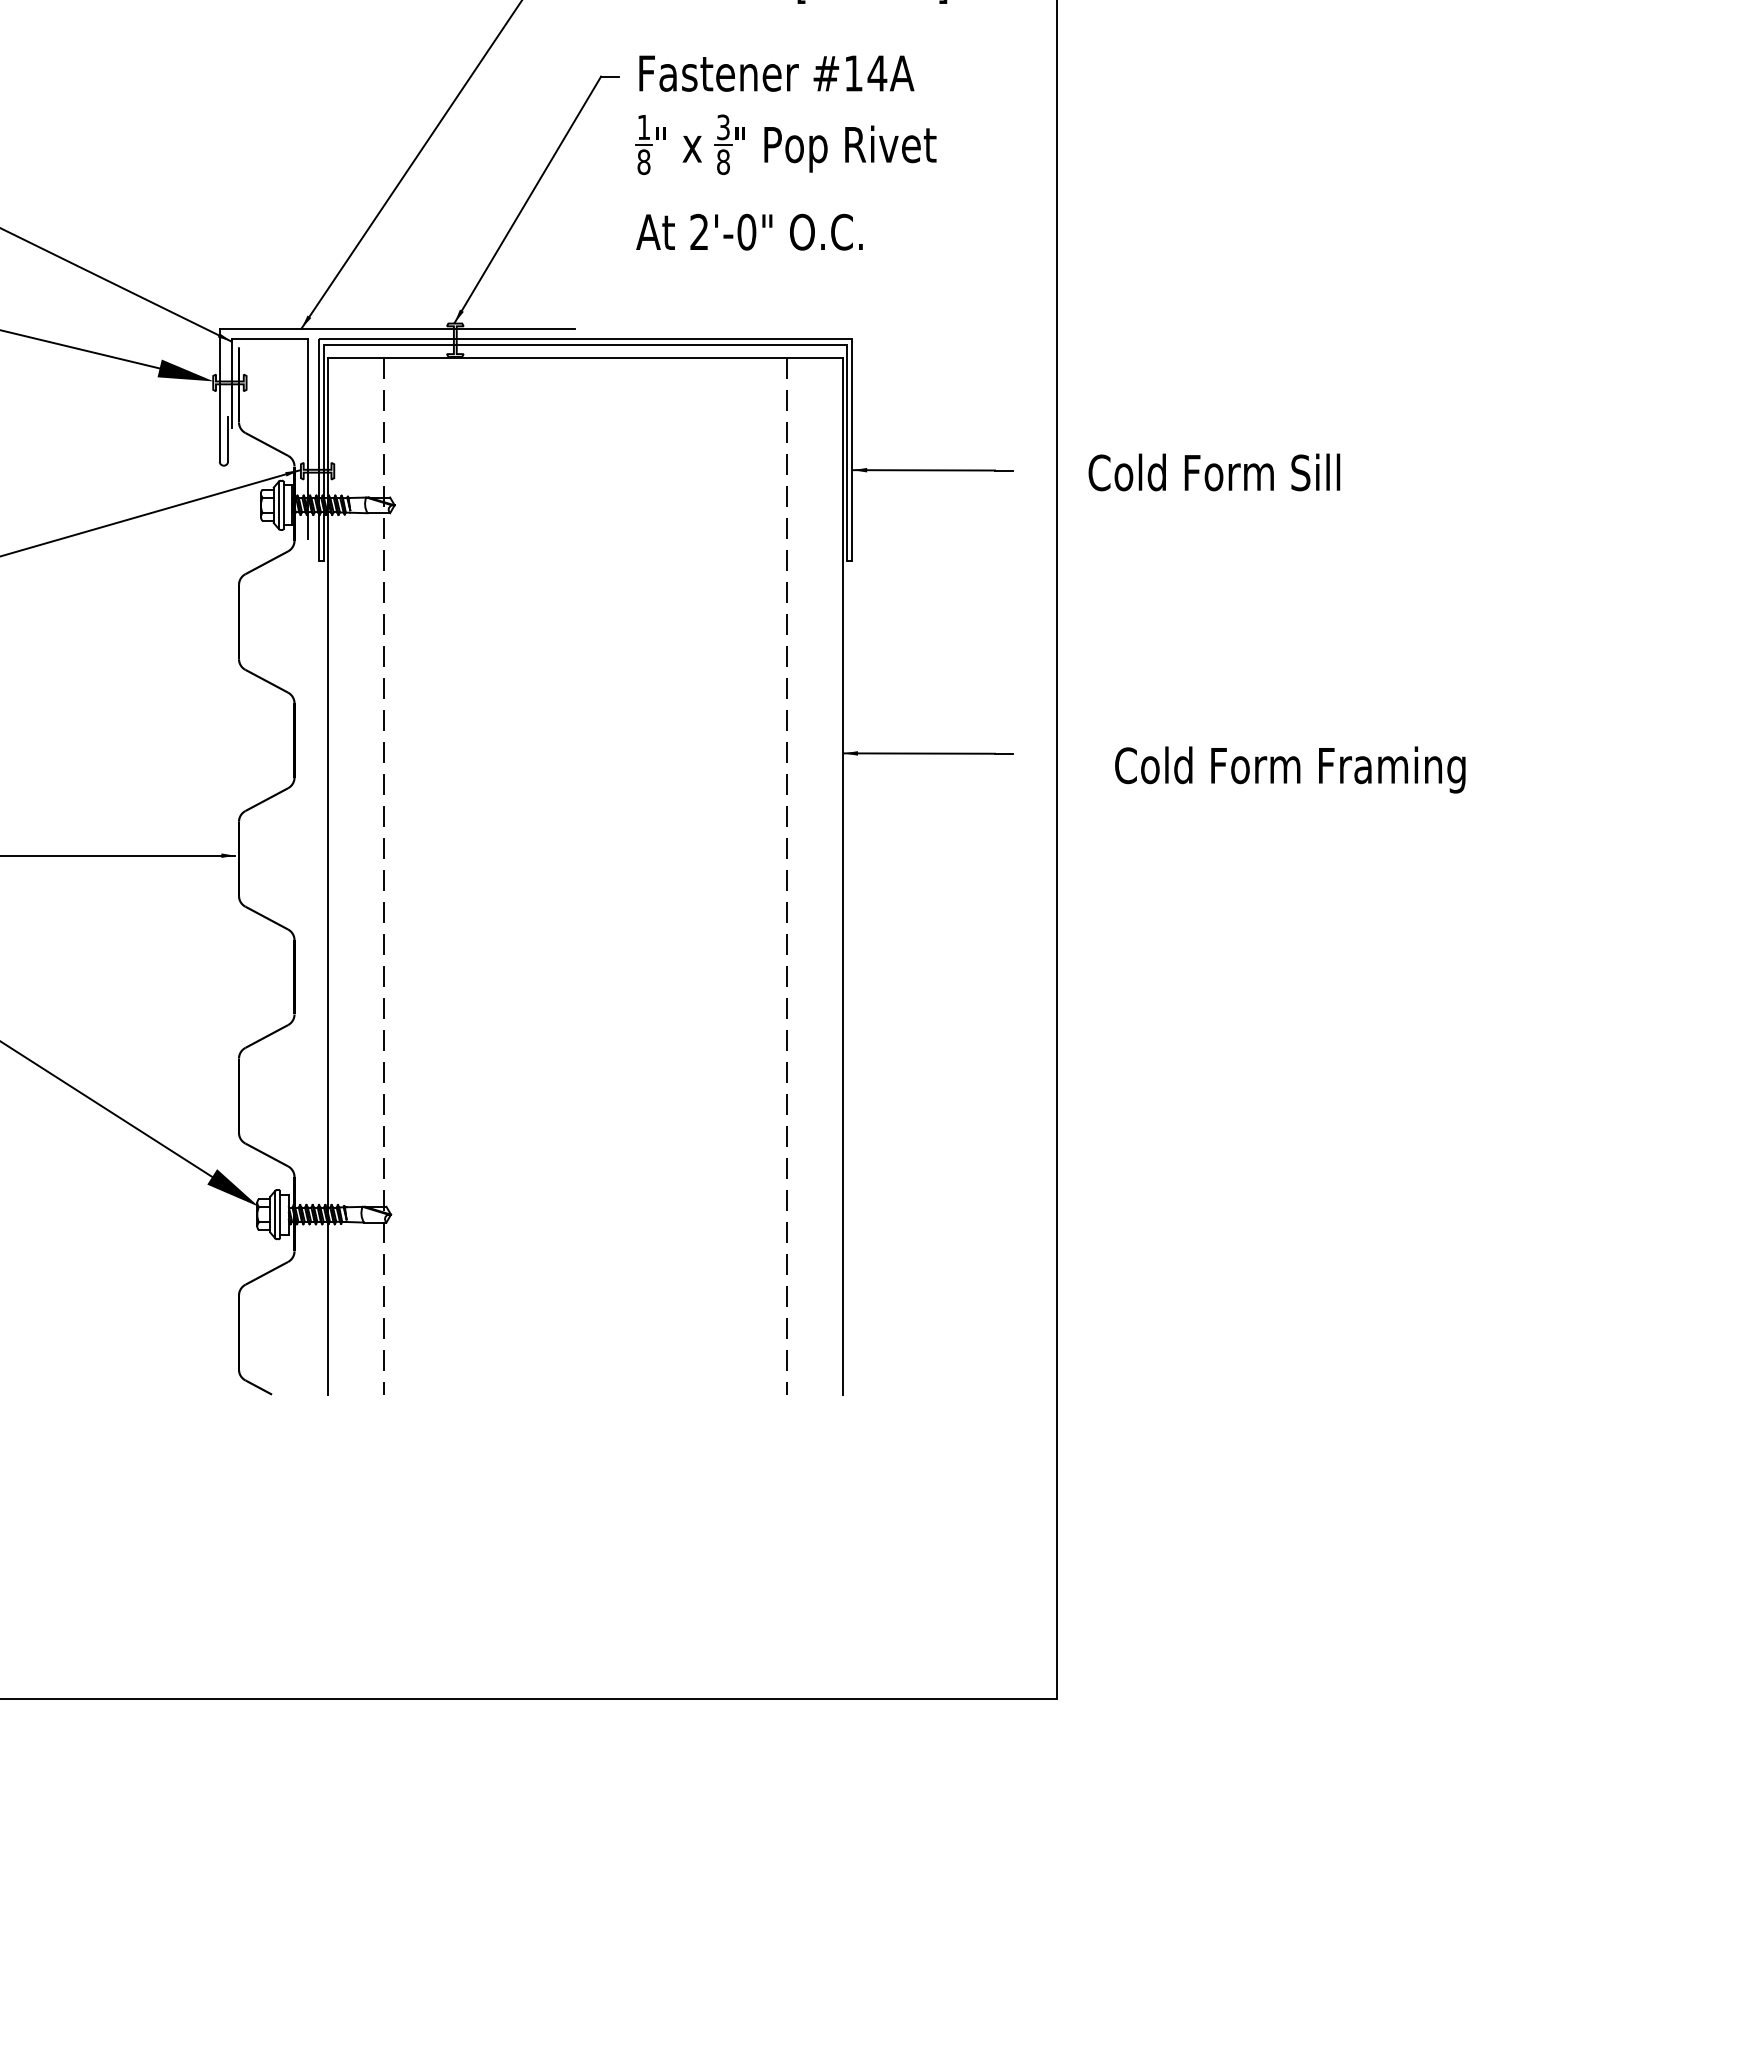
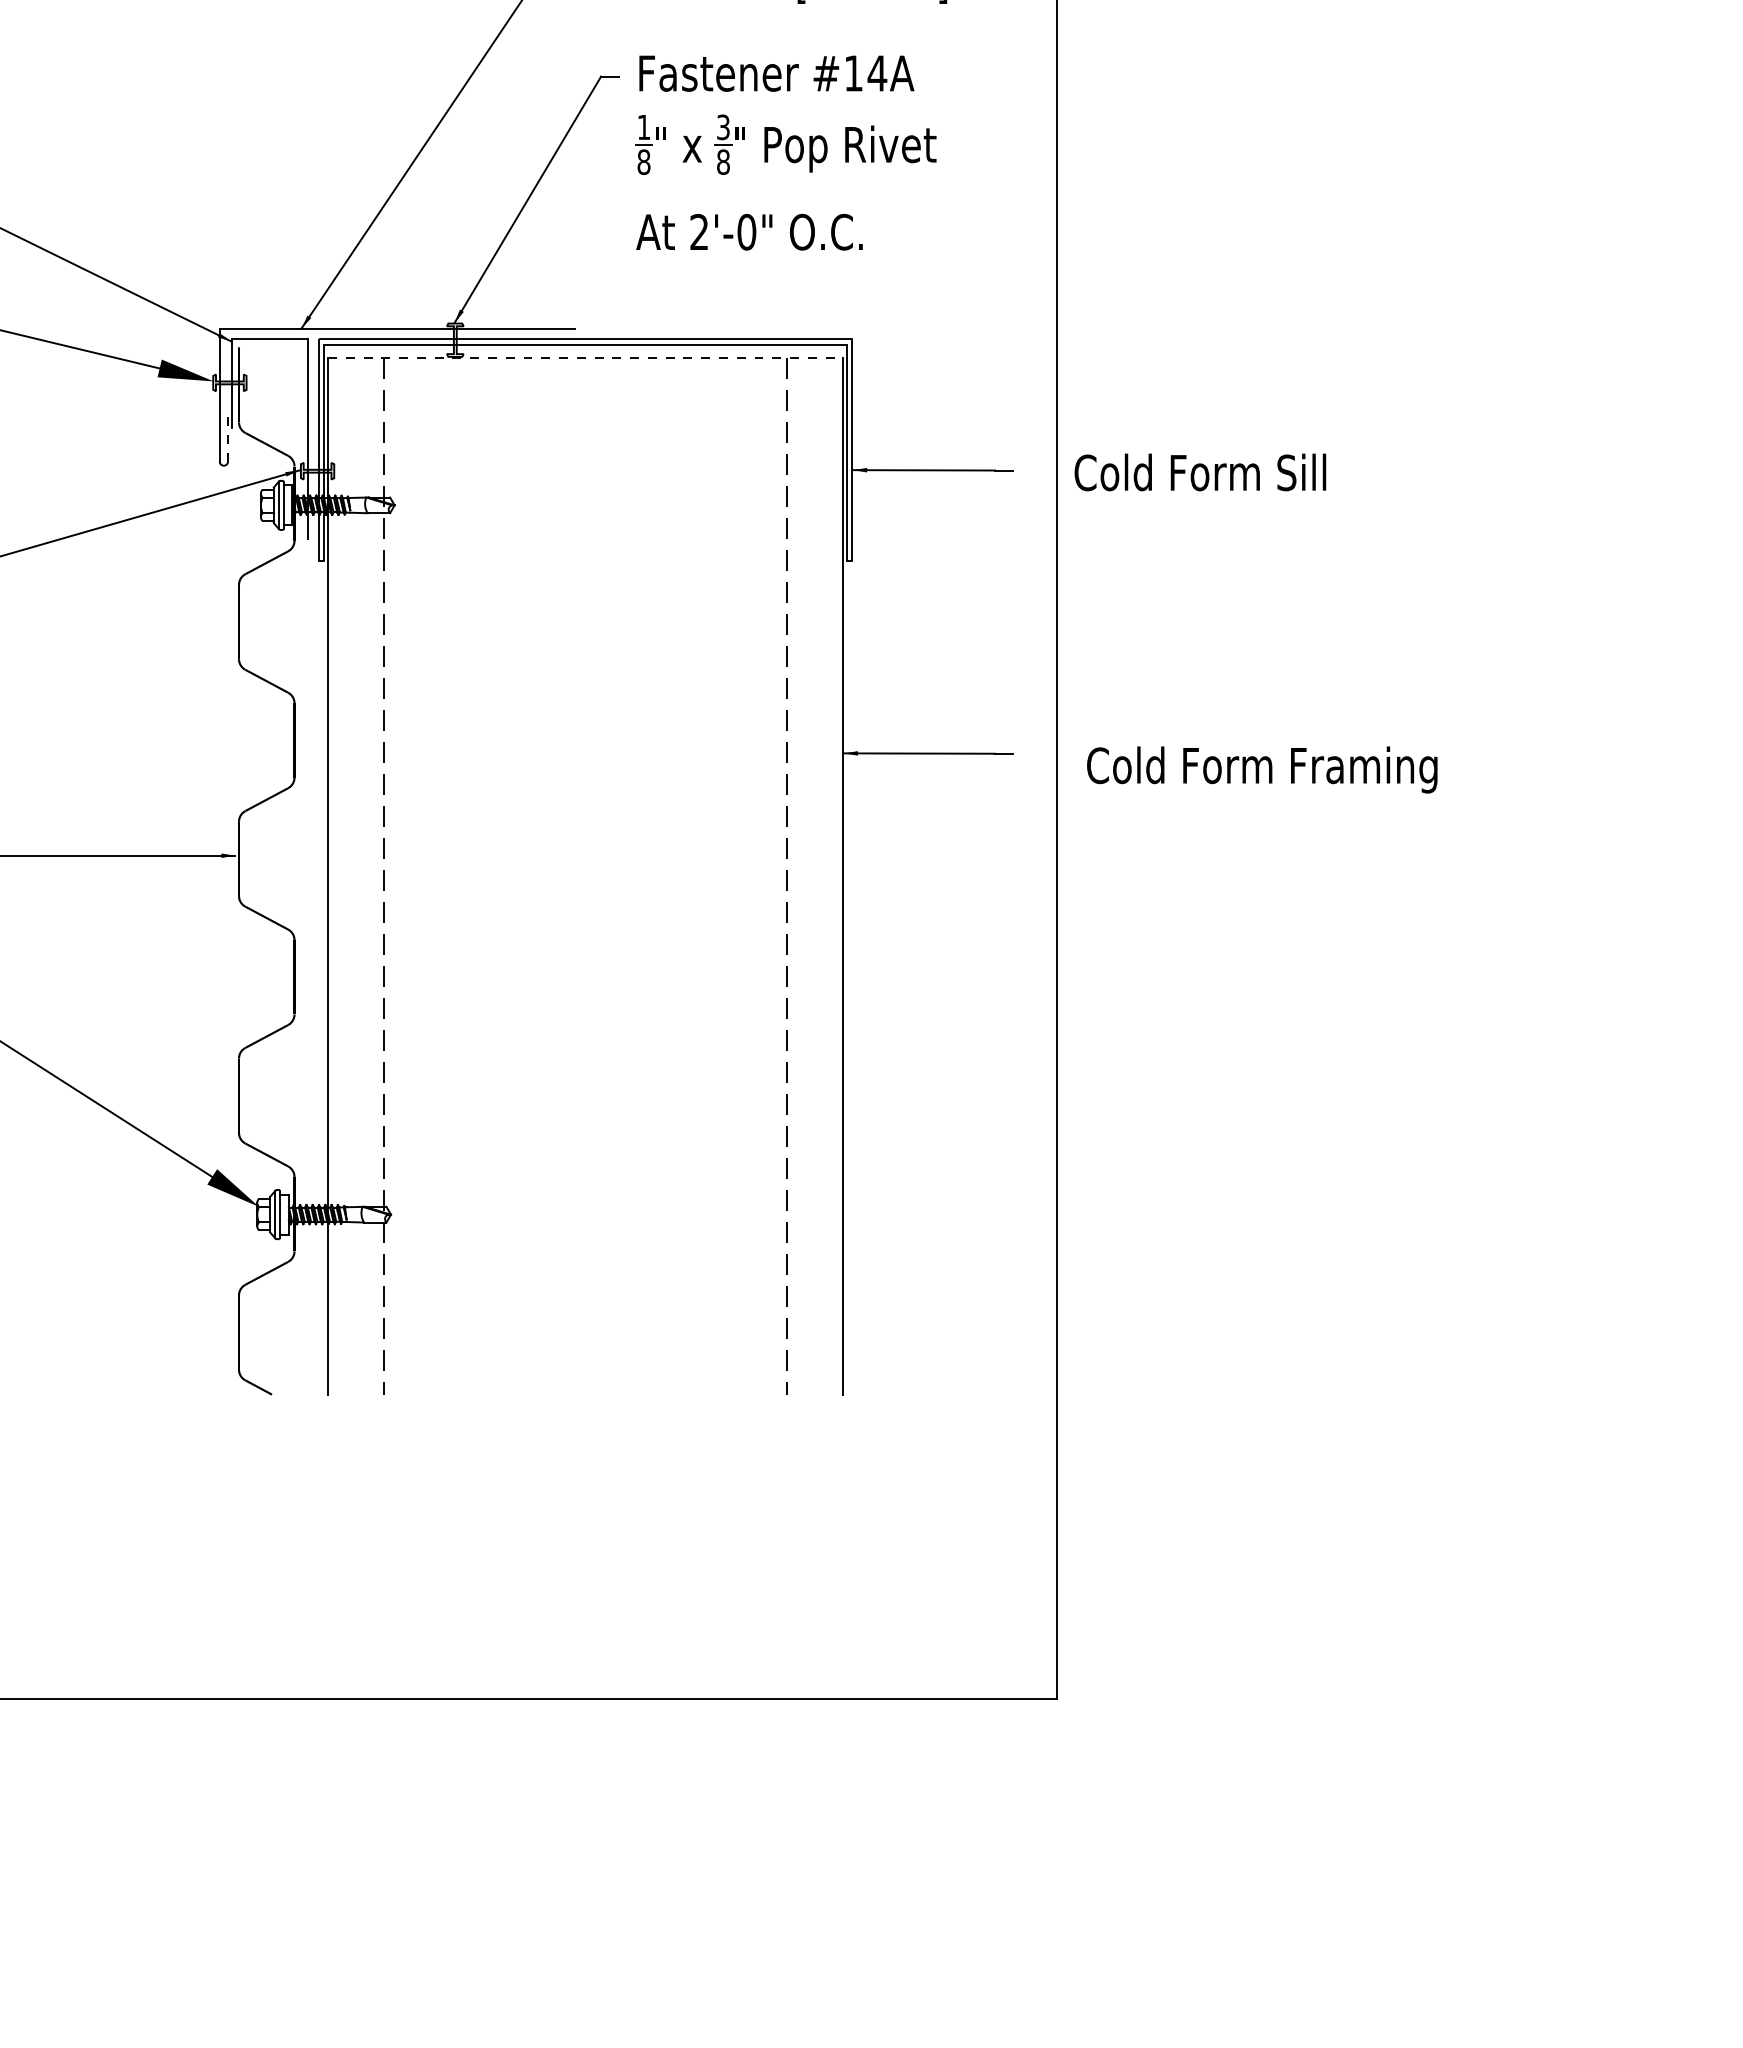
line at (585, 358): solid -> dashed
line at (227, 439): solid -> dashed
text at (1214, 472) position: (1214, 472) -> (1200, 472)
text at (1290, 769) position: (1290, 769) -> (1262, 769)
